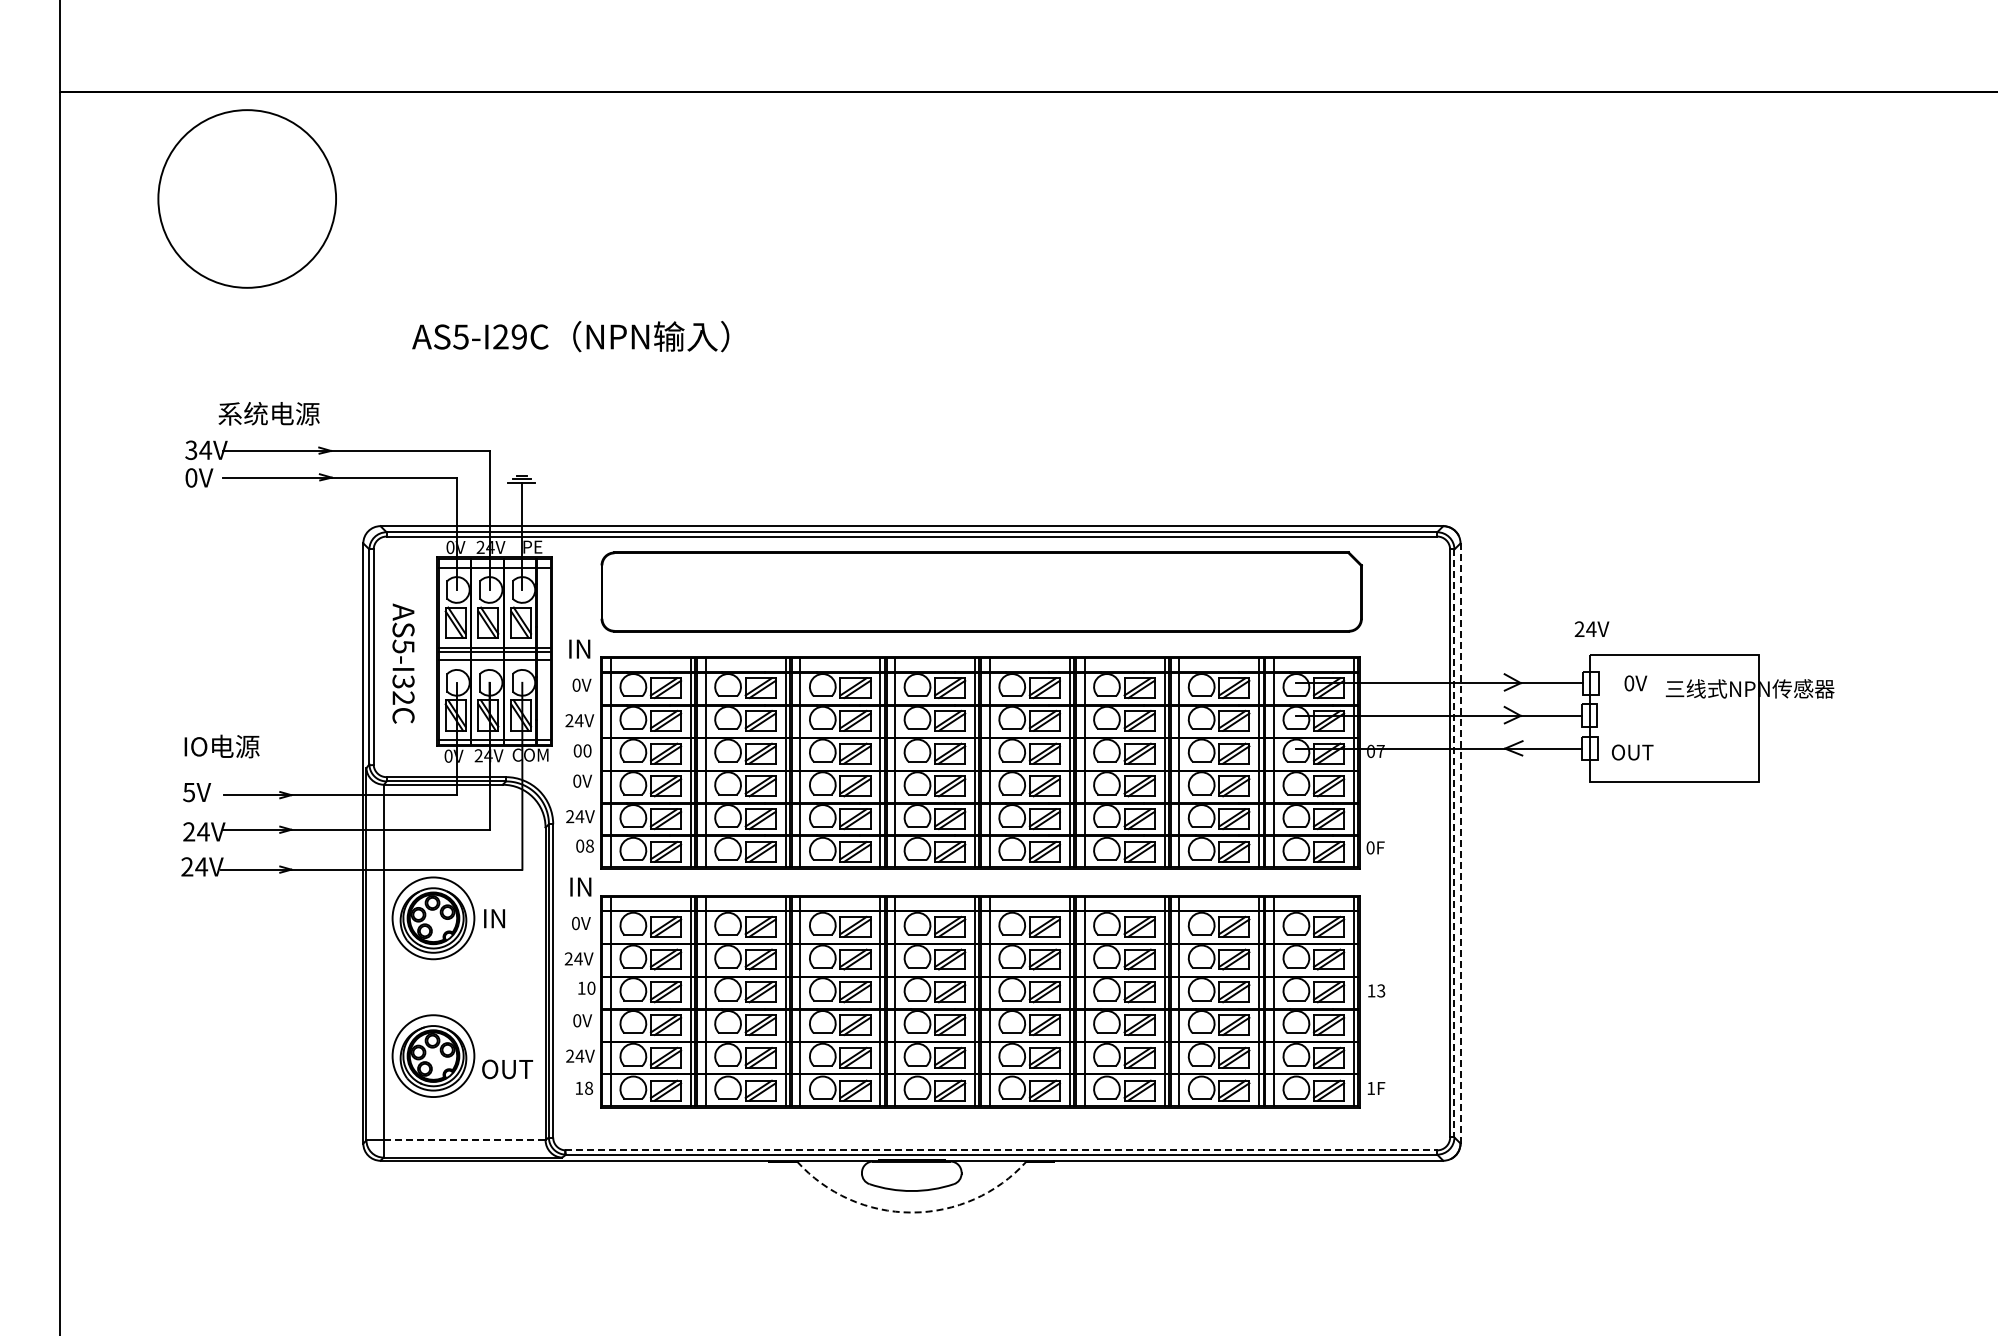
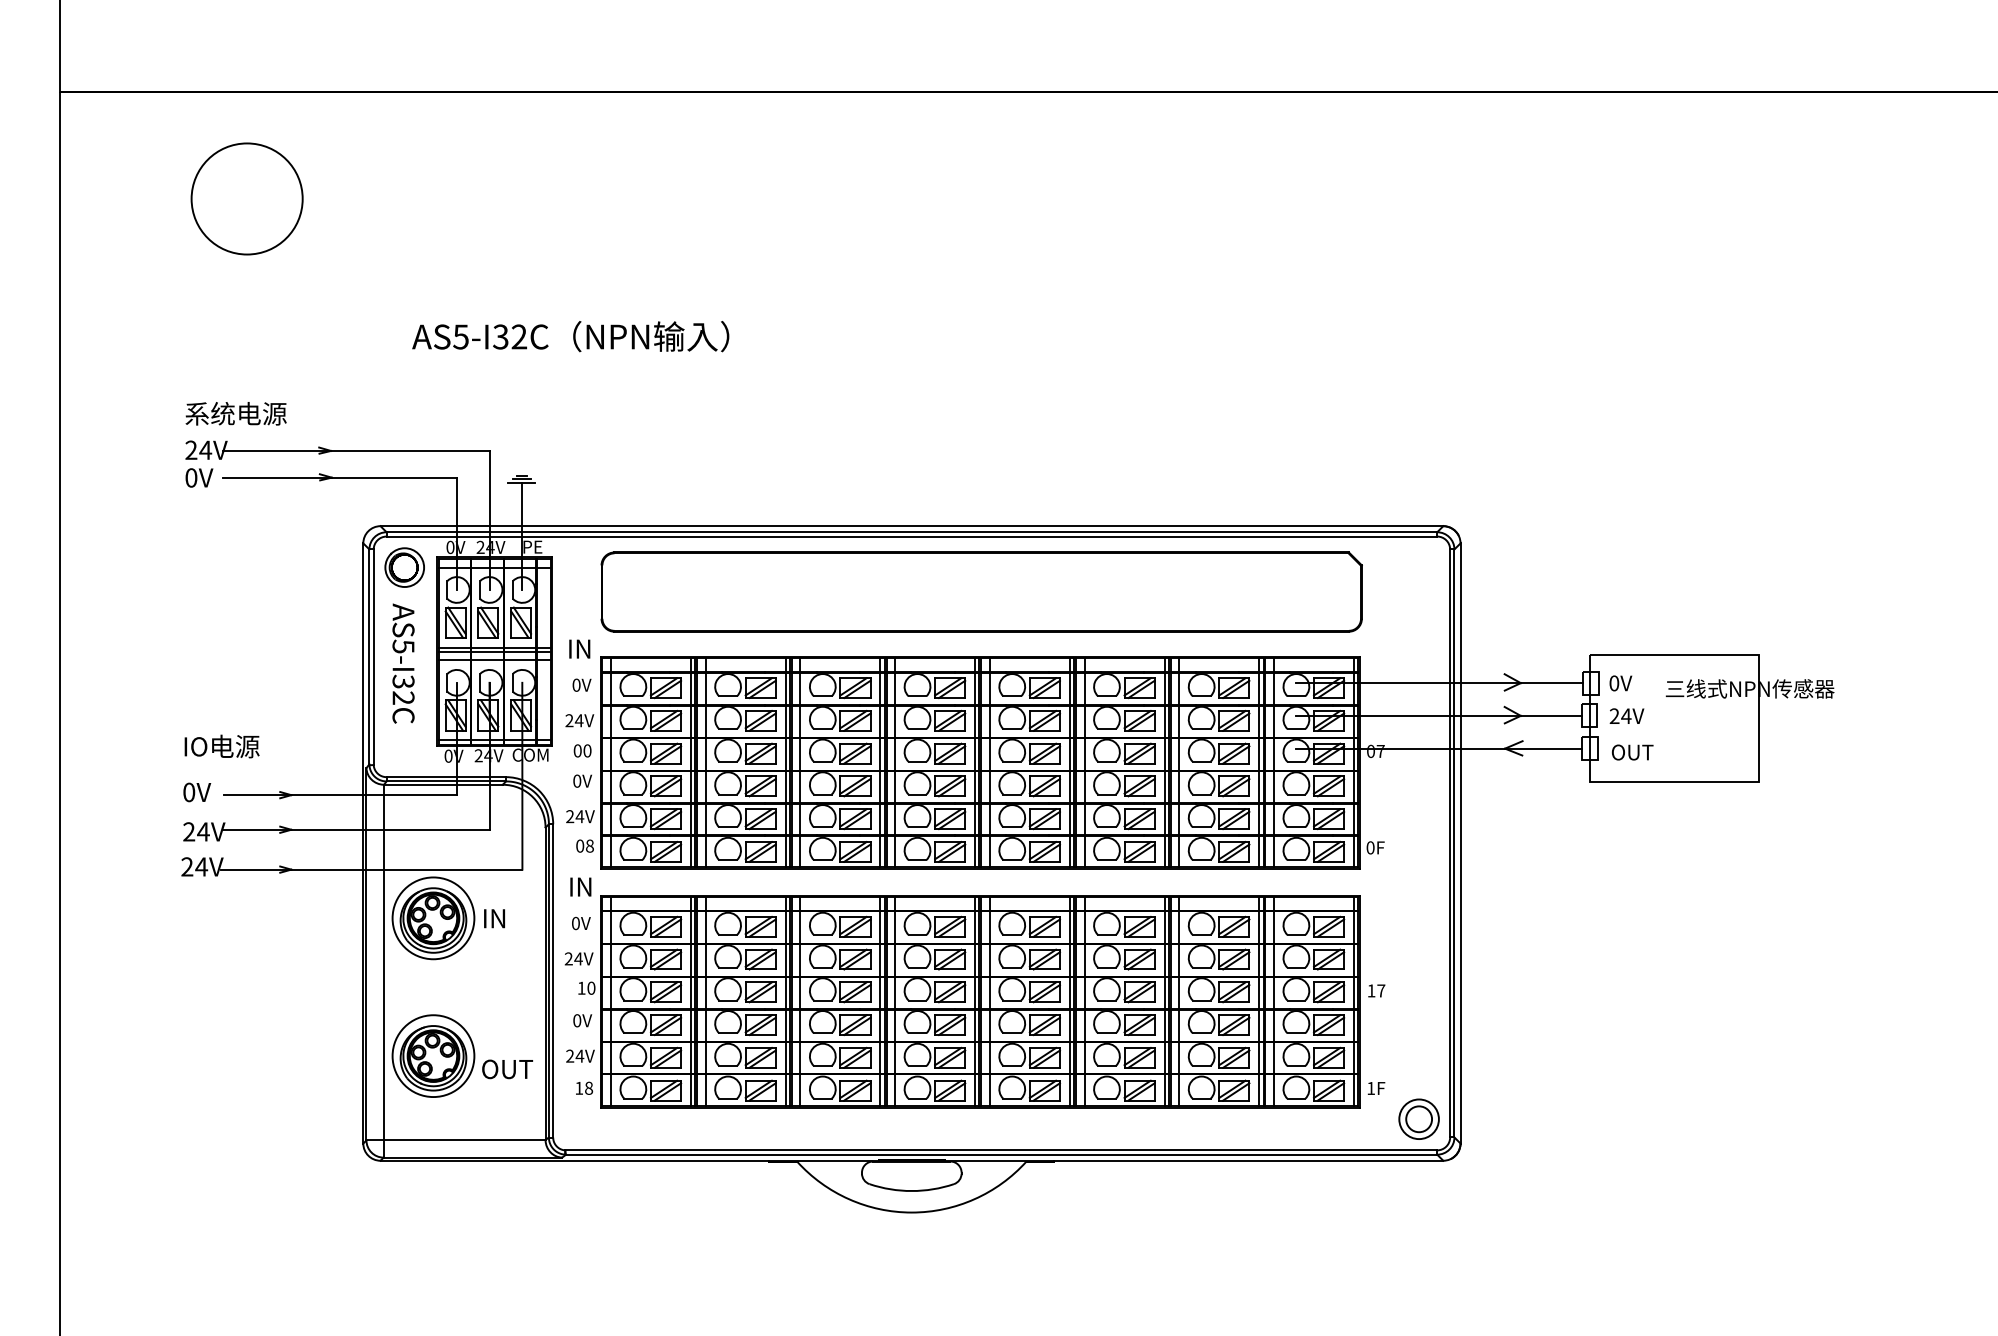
circle at (246, 198) size: 180x180 px -> 114x114 px
text at (510, 336): AS5-I29C -> AS5-I32C
text at (268, 413) position: (268, 413) -> (235, 413)
text at (191, 450): 34V -> 24V
part at (404, 567): none -> present
text at (1591, 628) position: (1591, 628) -> (1626, 715)
text at (1635, 683) position: (1635, 683) -> (1620, 683)
text at (189, 792): 5V -> 0V
line at (1454, 843): dashed -> solid
line at (1460, 843): dashed -> solid
text at (1381, 990): 13 -> 17
part at (1418, 1118): none -> present
line at (464, 1140): dashed -> solid
line at (1001, 1150): dashed -> solid
arc at (911, 1212): dashed -> solid
